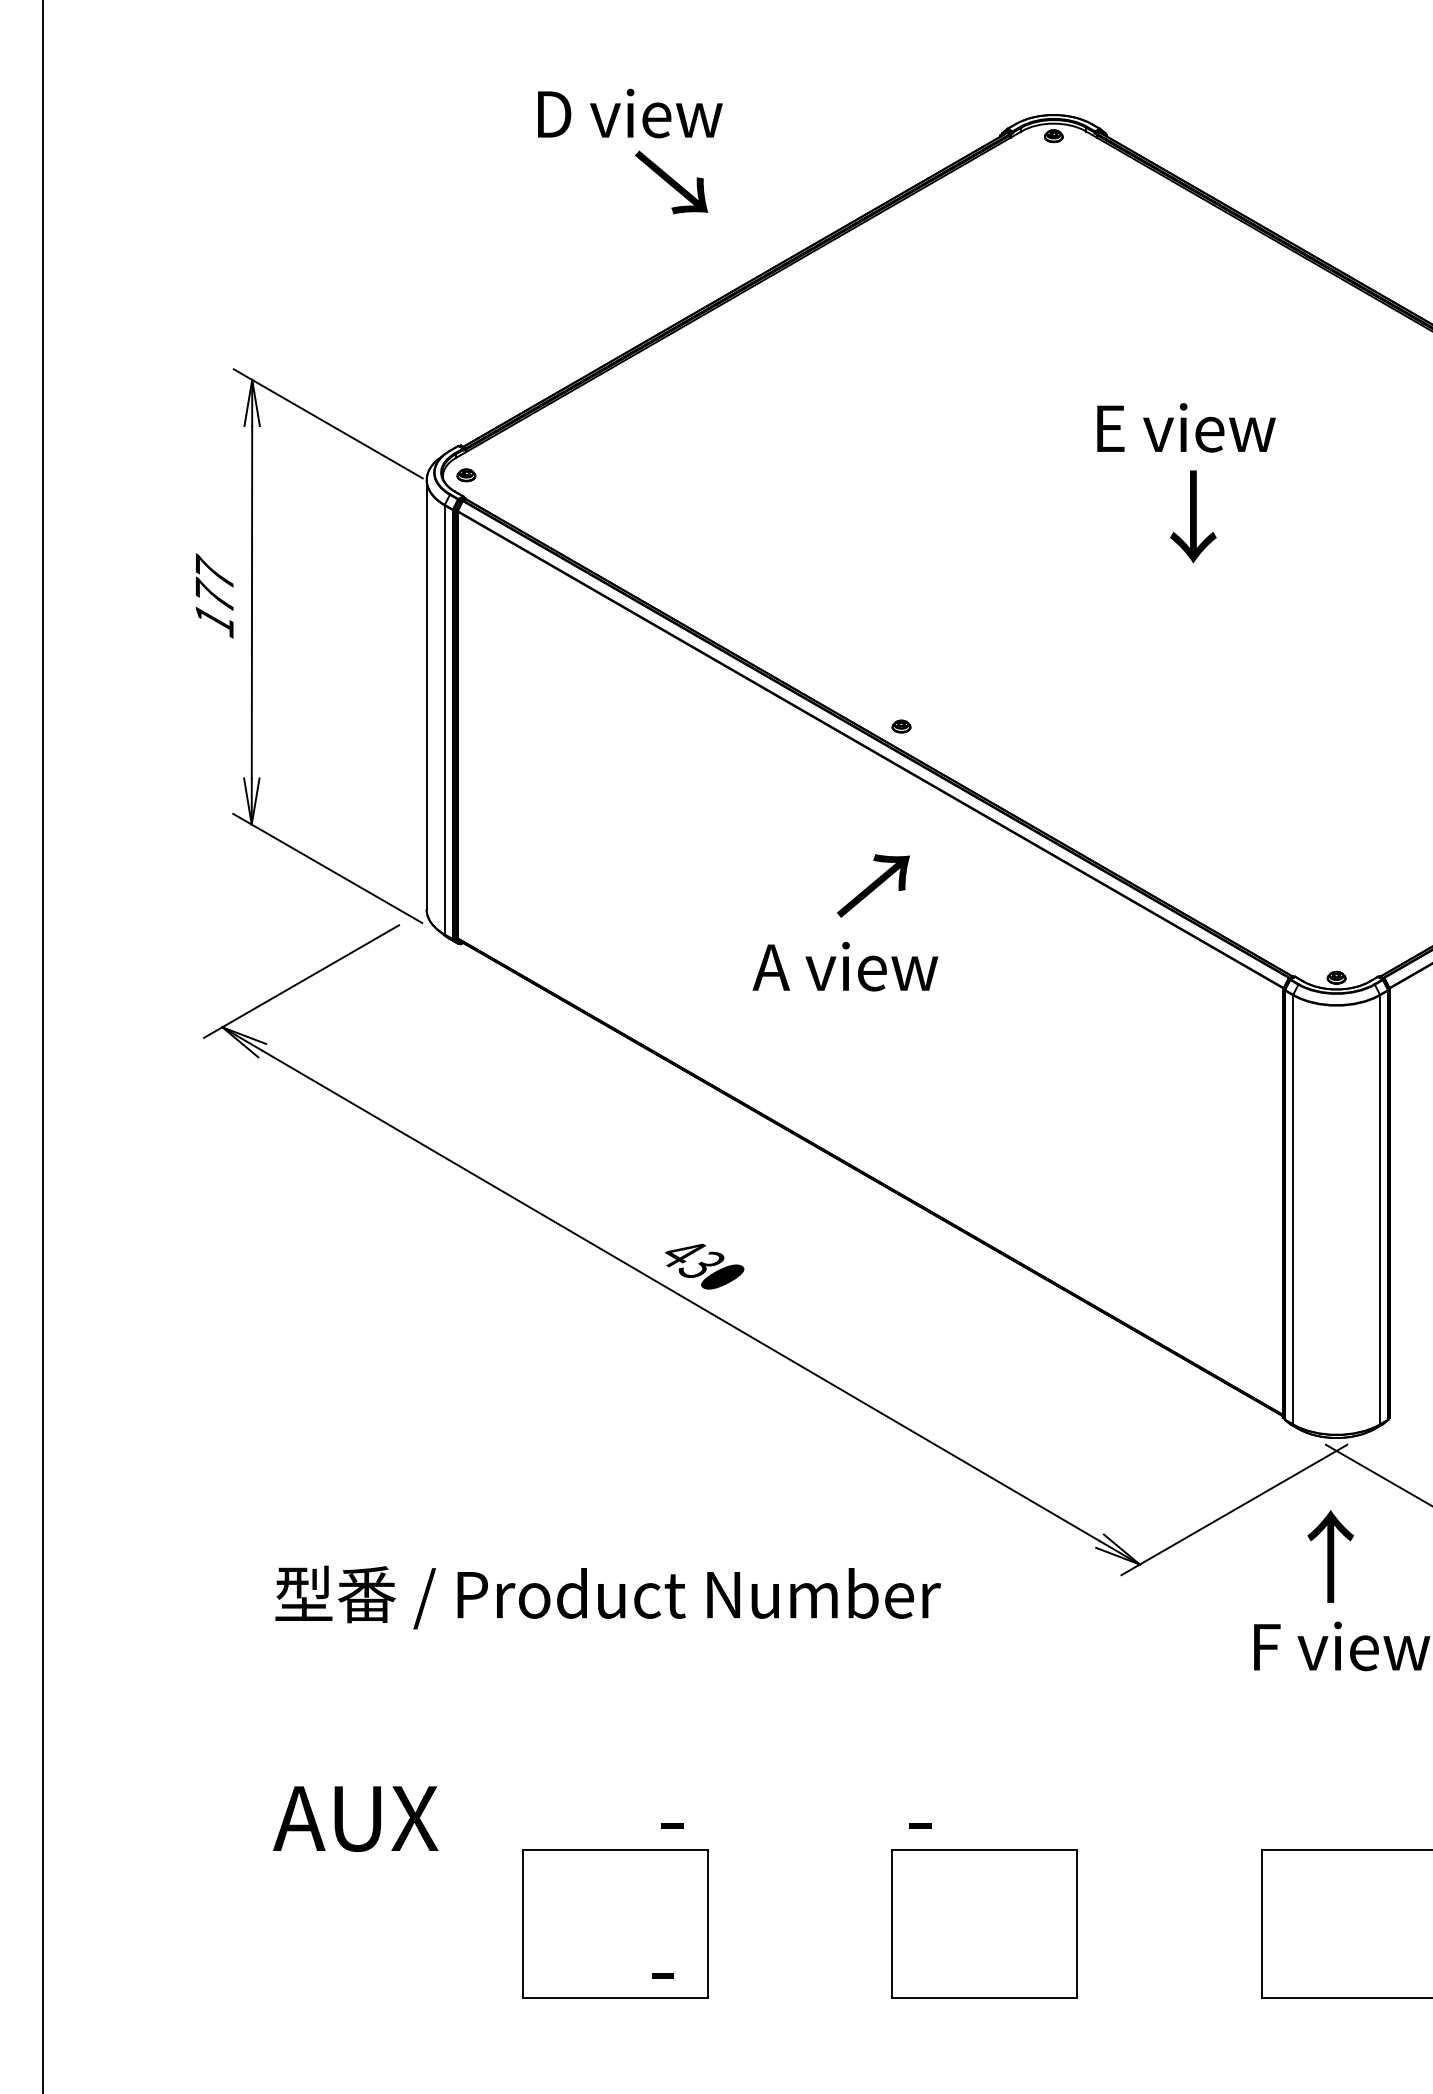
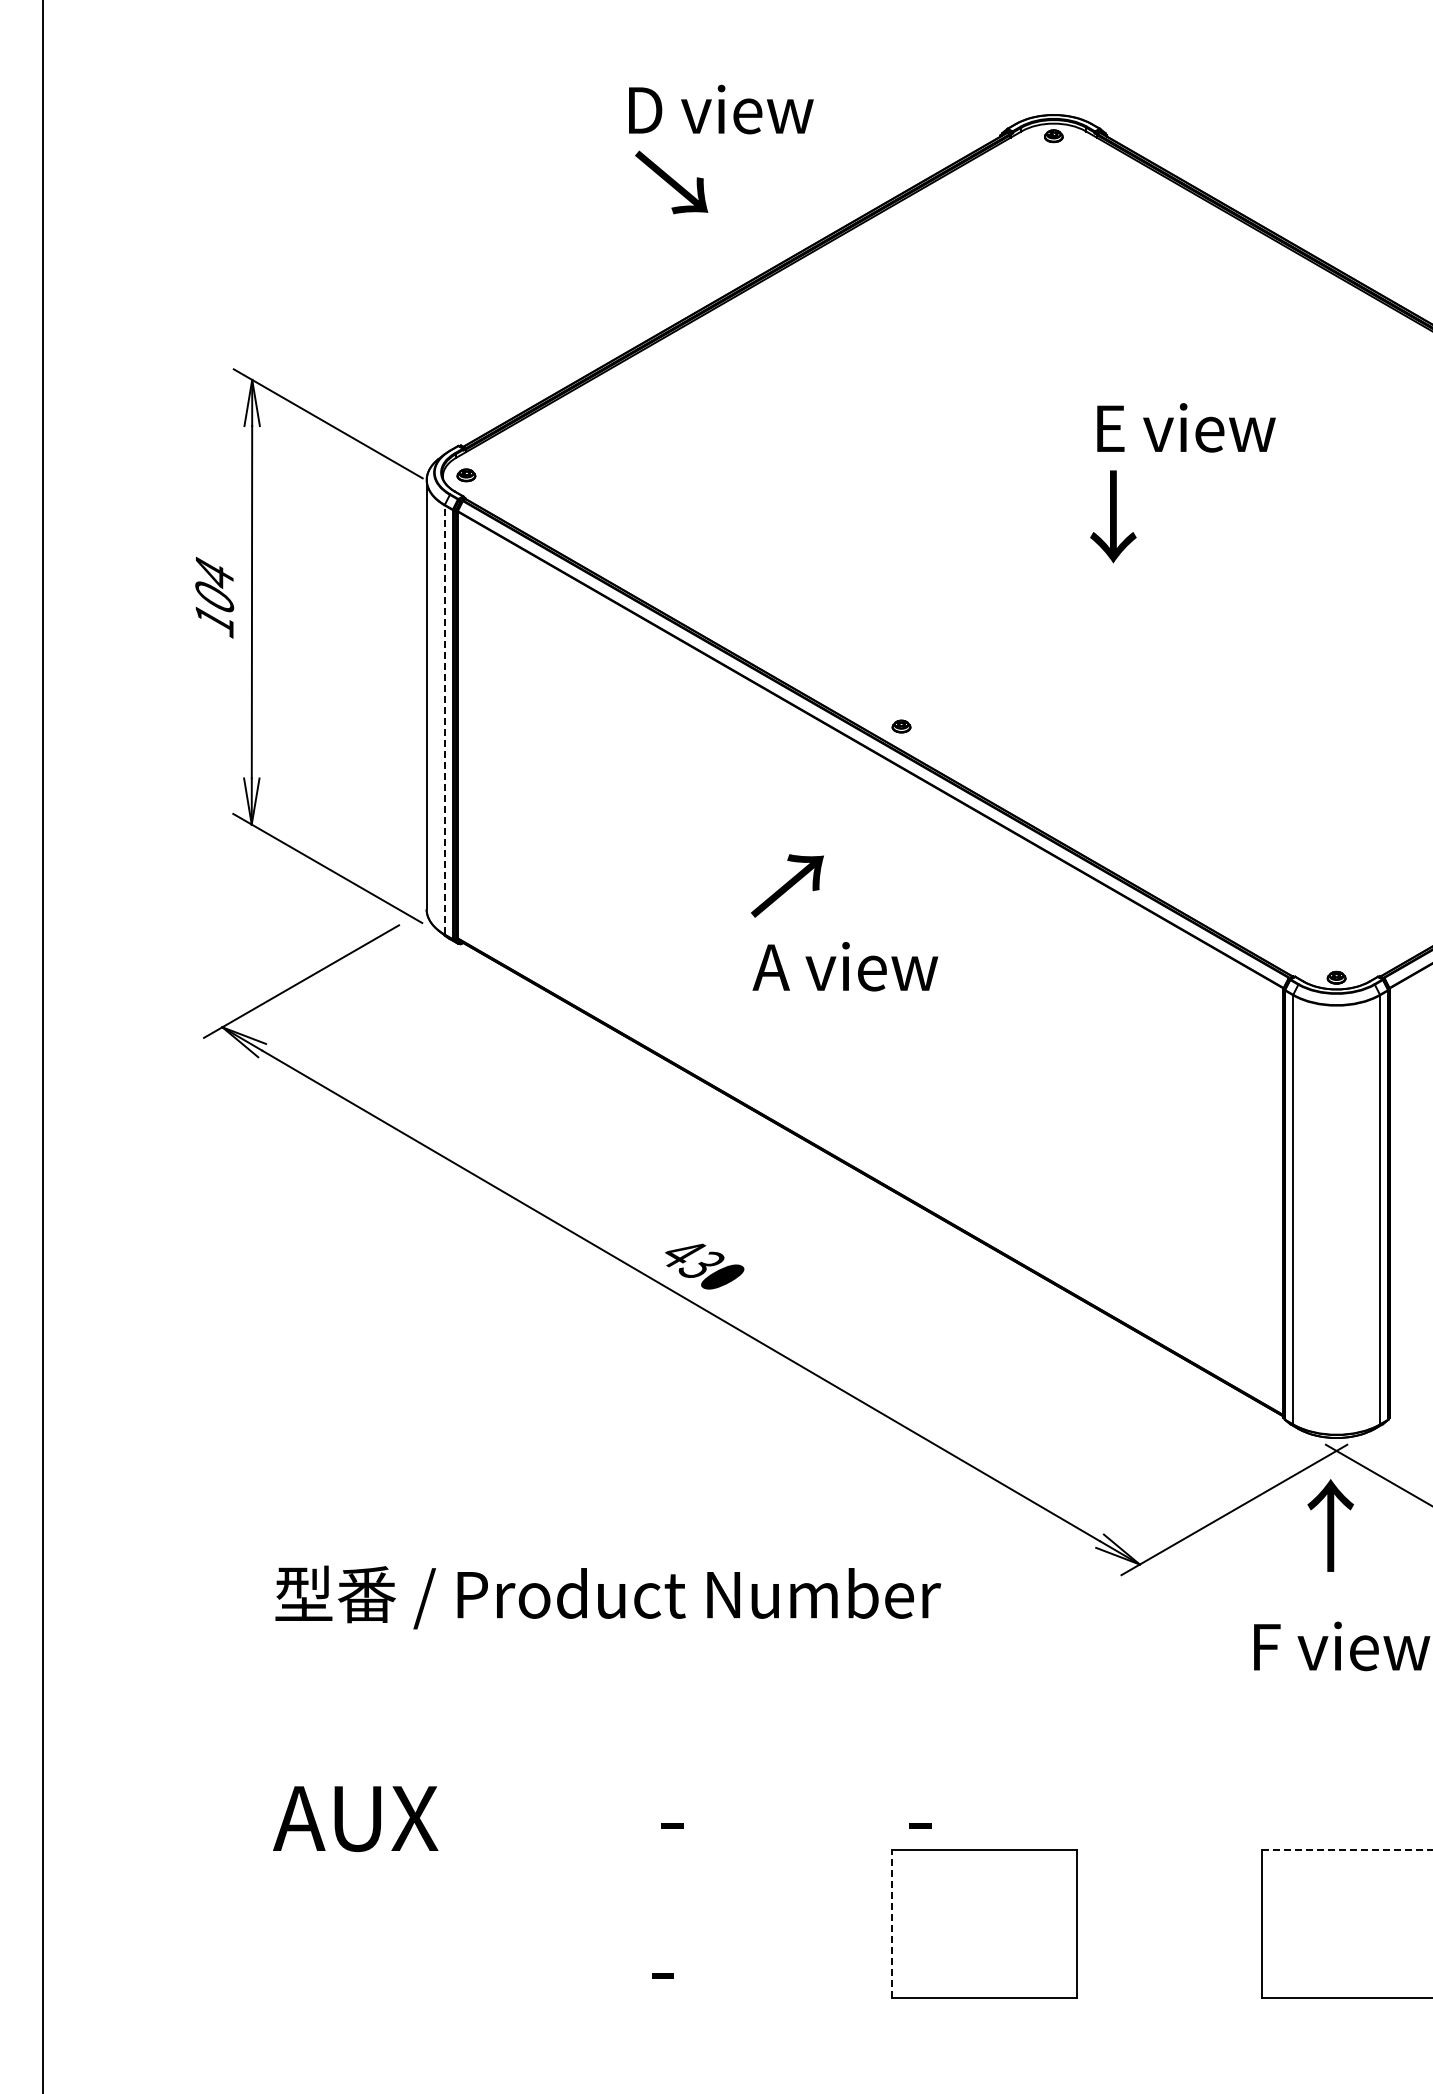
text at (630, 113) position: (630, 113) -> (721, 109)
text at (1193, 516) position: (1193, 516) -> (1113, 516)
text at (214, 582): 177 -> 104
line at (444, 719): solid -> dashed
text at (873, 885) position: (873, 885) -> (787, 885)
text at (1330, 1556) position: (1330, 1556) -> (1330, 1525)
line at (1347, 1850): solid -> dashed
part at (615, 1923): present -> none
line at (892, 1924): solid -> dashed
